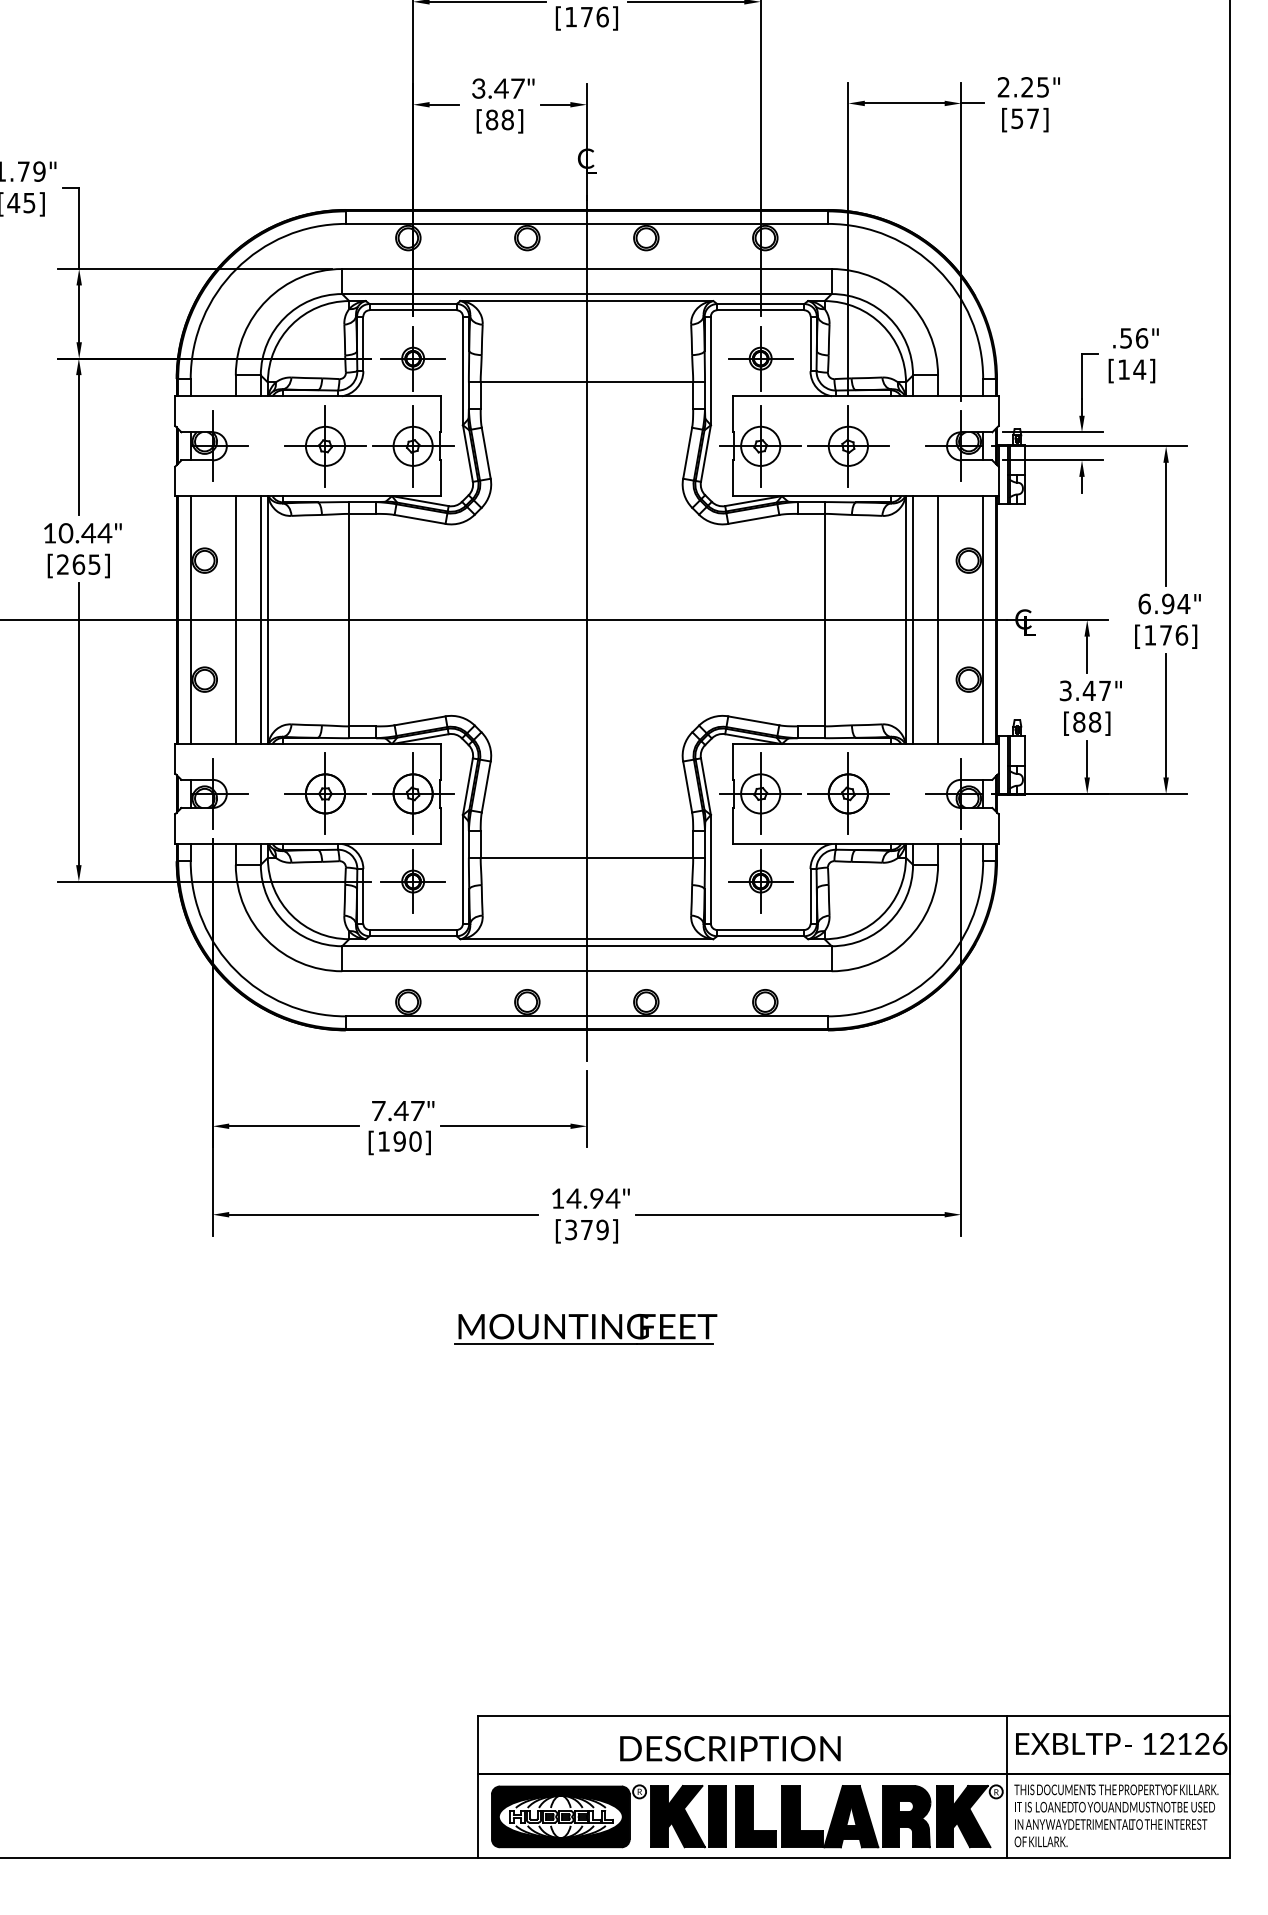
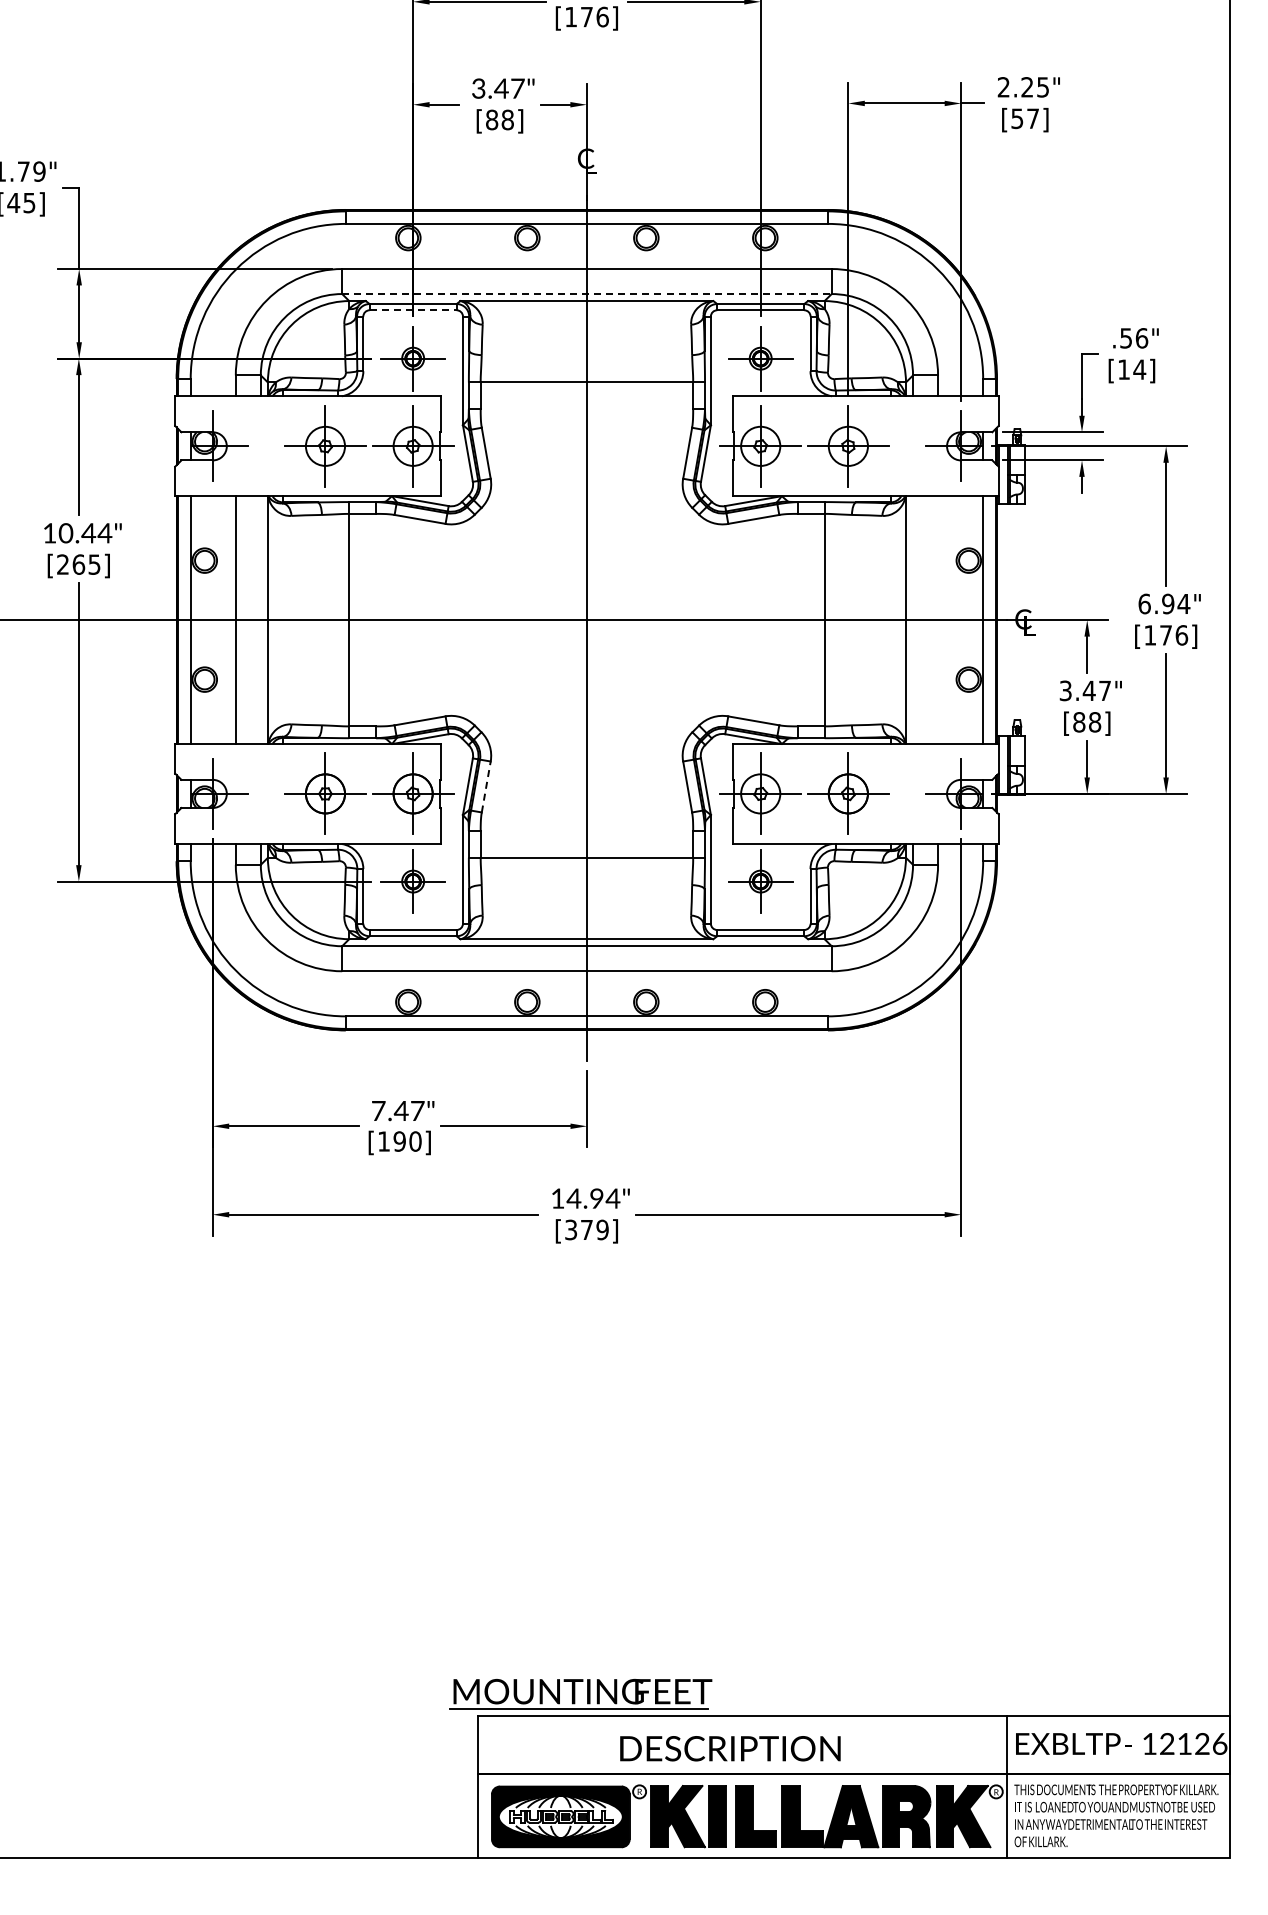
line at (586, 294): solid -> dashed
line at (413, 310): solid -> dashed
line at (260, 619): present -> none
line at (913, 619): present -> none
line at (938, 619): present -> none
line at (486, 786): solid -> dashed
part at (585, 1329) position: (585, 1329) -> (580, 1694)
